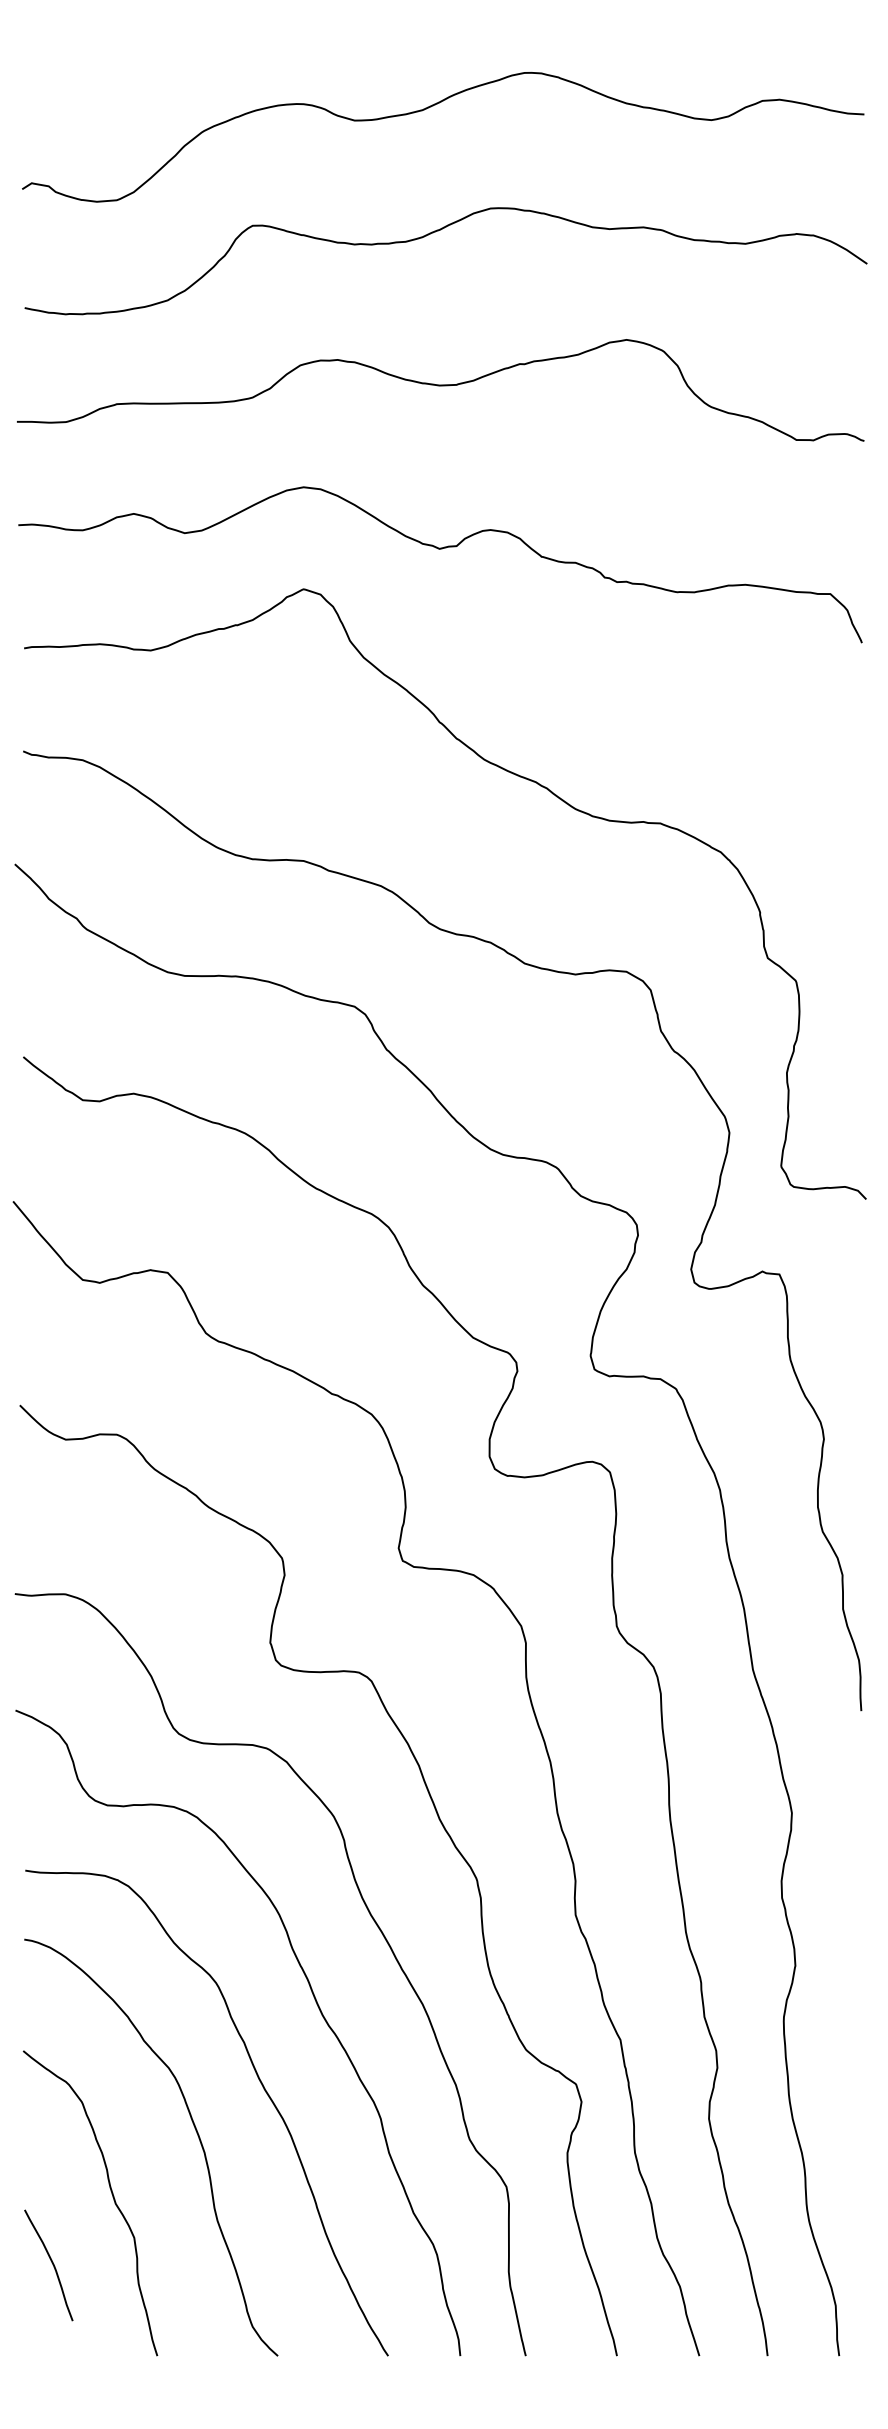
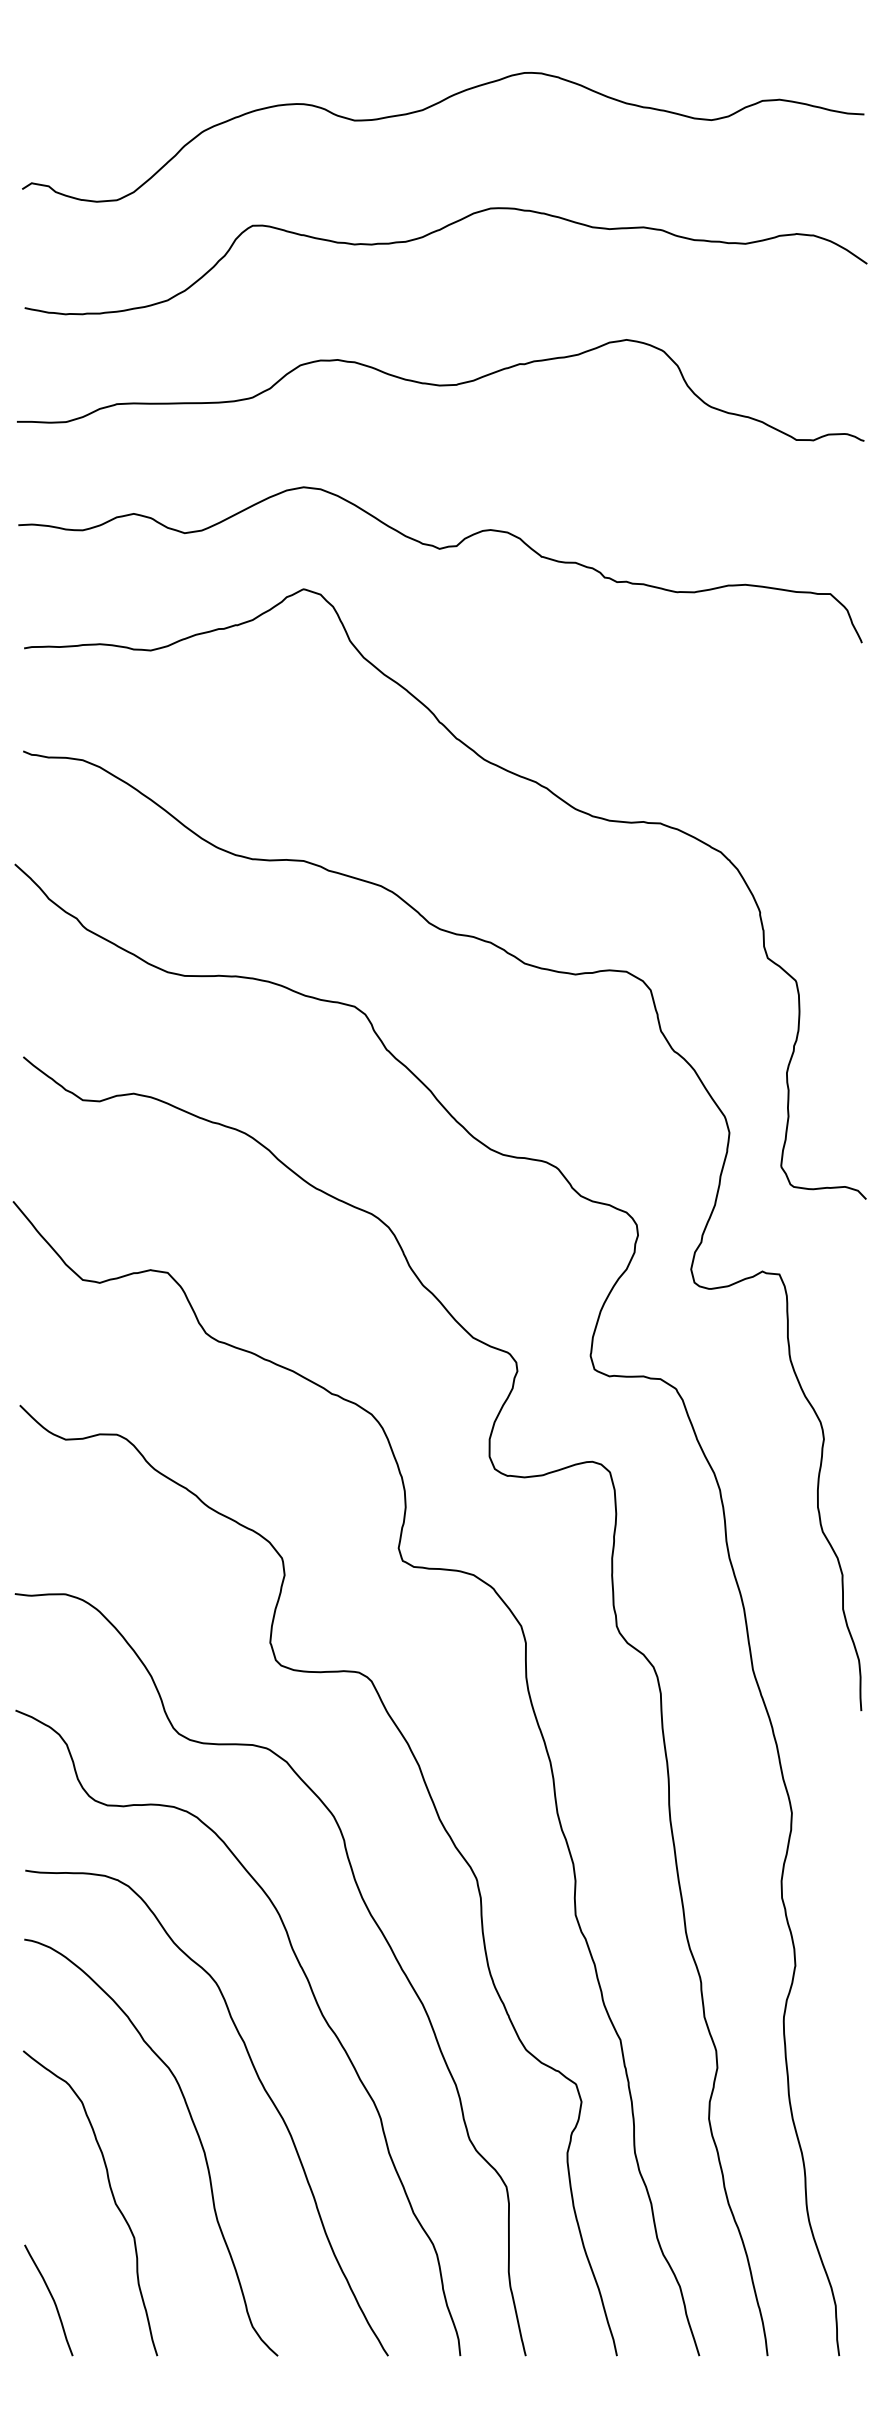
curve at (52, 2265) position: (52, 2265) -> (52, 2300)
